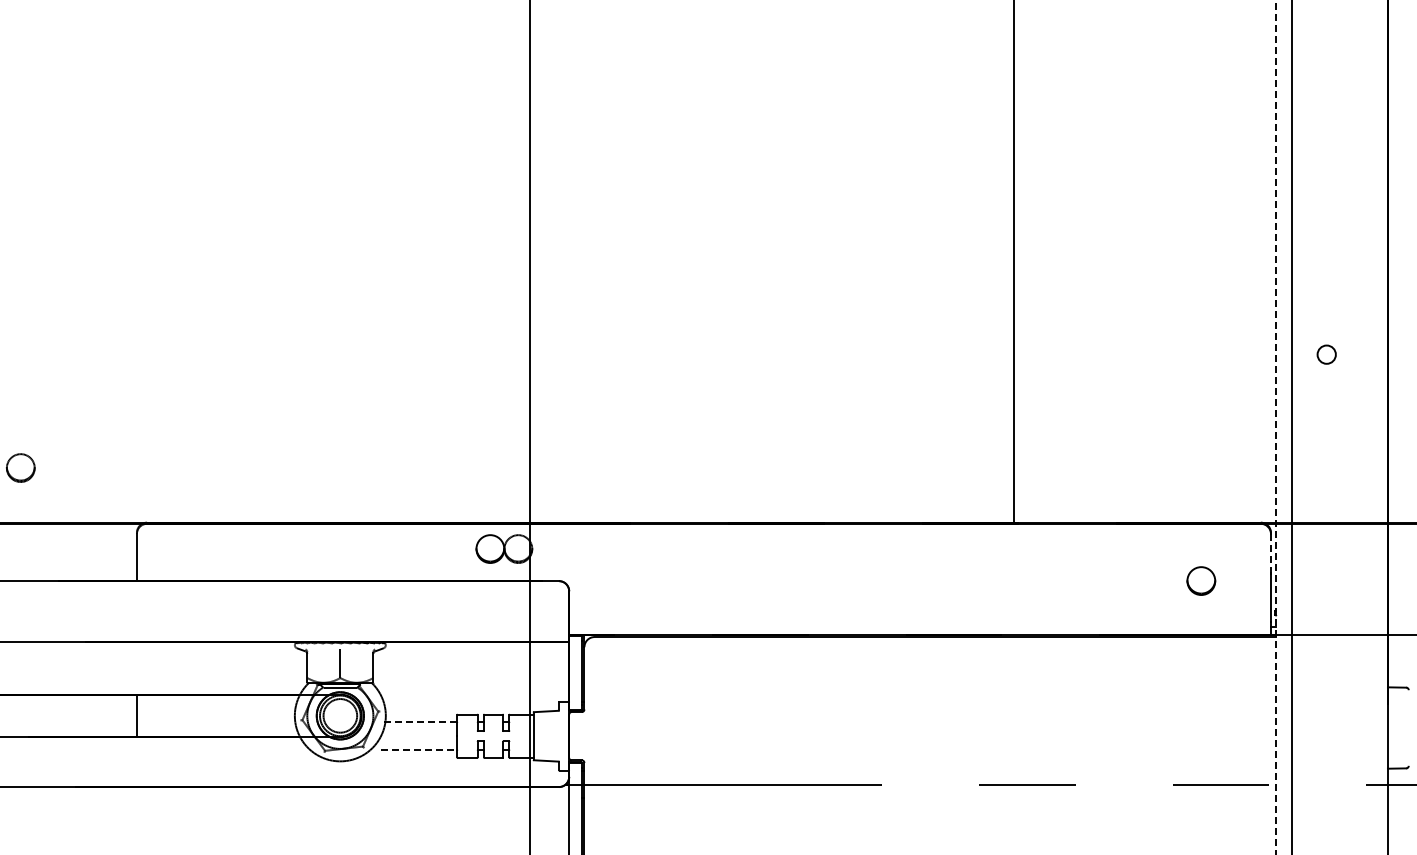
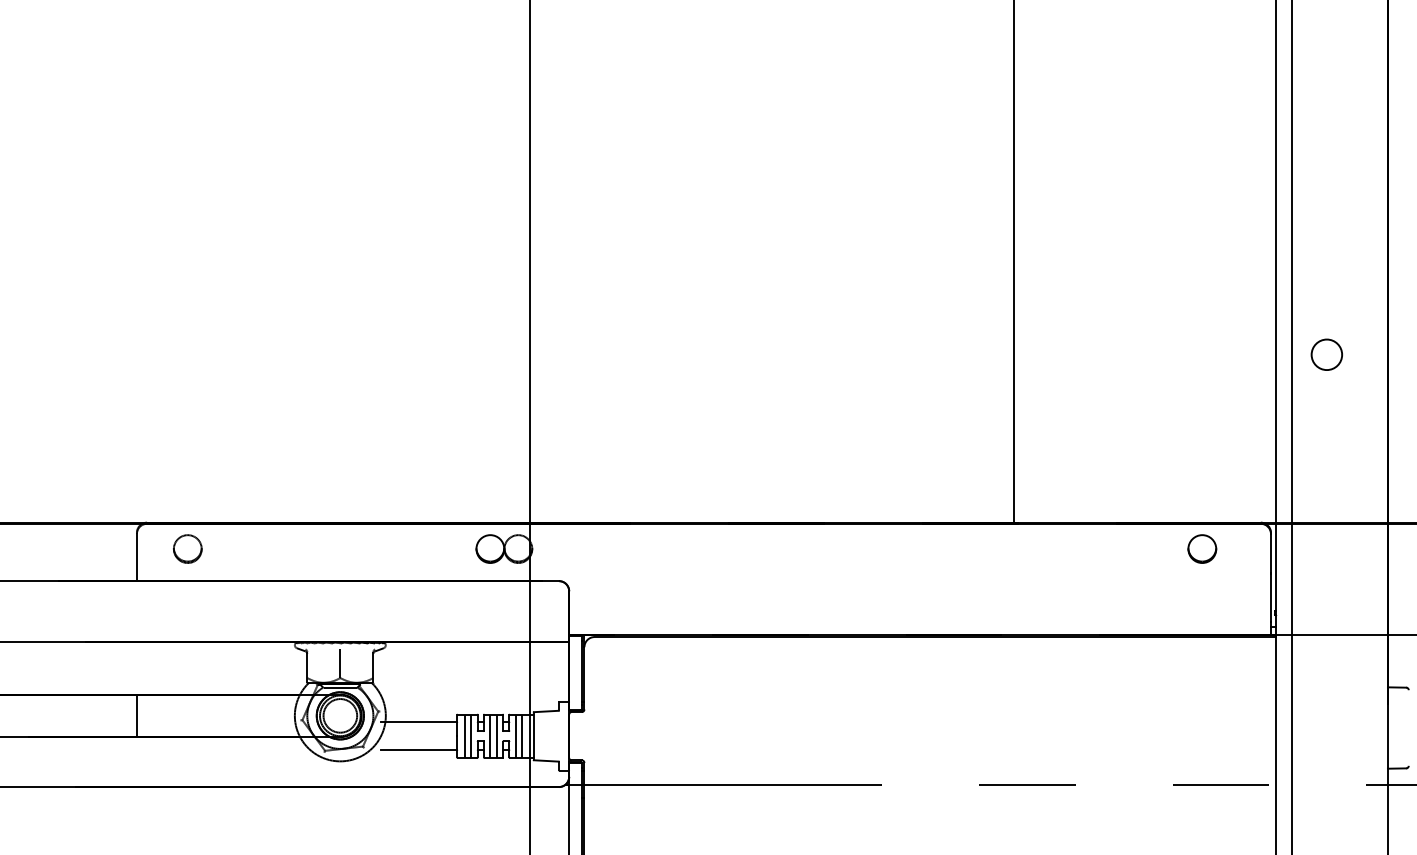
circle at (1326, 354) size: 21x21 px -> 33x33 px
line at (1276, 427): dashed -> solid
circle at (20, 467) position: (20, 467) -> (187, 548)
line at (1270, 553): dashed -> solid
part at (1201, 580) position: (1201, 580) -> (1202, 548)
line at (418, 722): dashed -> solid
line at (464, 735): none -> present
line at (471, 735): none -> present
line at (490, 735): none -> present
line at (496, 735): none -> present
line at (515, 735): none -> present
line at (522, 735): none -> present
line at (418, 750): dashed -> solid
